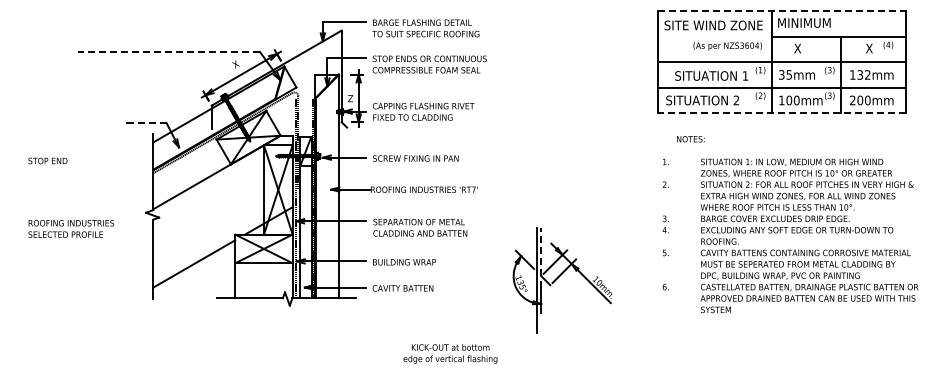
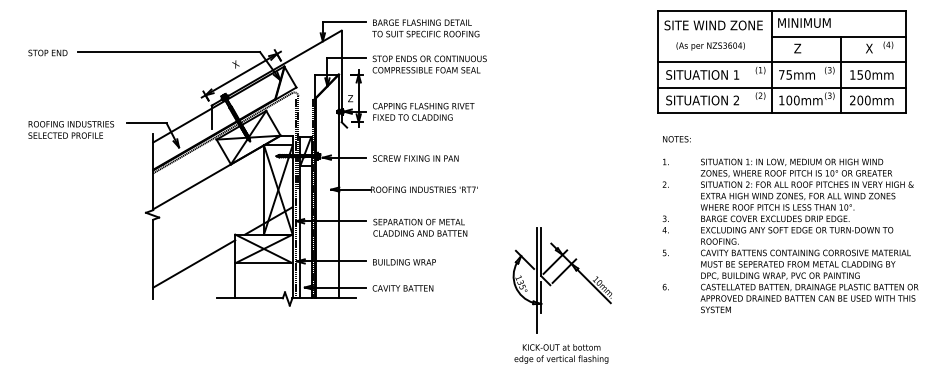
line at (782, 11): dashed -> solid
text at (727, 46) position: (727, 46) -> (710, 46)
text at (797, 48): X -> Z
line at (168, 52): dashed -> solid
text at (781, 74): 35mm -> 75mm
text at (863, 74): 132mm -> 150mm
text at (711, 75) position: (711, 75) -> (702, 74)
line at (781, 113): dashed -> solid
line at (147, 123): dashed -> solid
text at (690, 139) position: (690, 139) -> (676, 139)
text at (47, 160) position: (47, 160) -> (47, 52)
text at (71, 228) position: (71, 228) -> (71, 129)
line at (541, 251): dashed -> solid
text at (450, 353) position: (450, 353) -> (561, 353)
